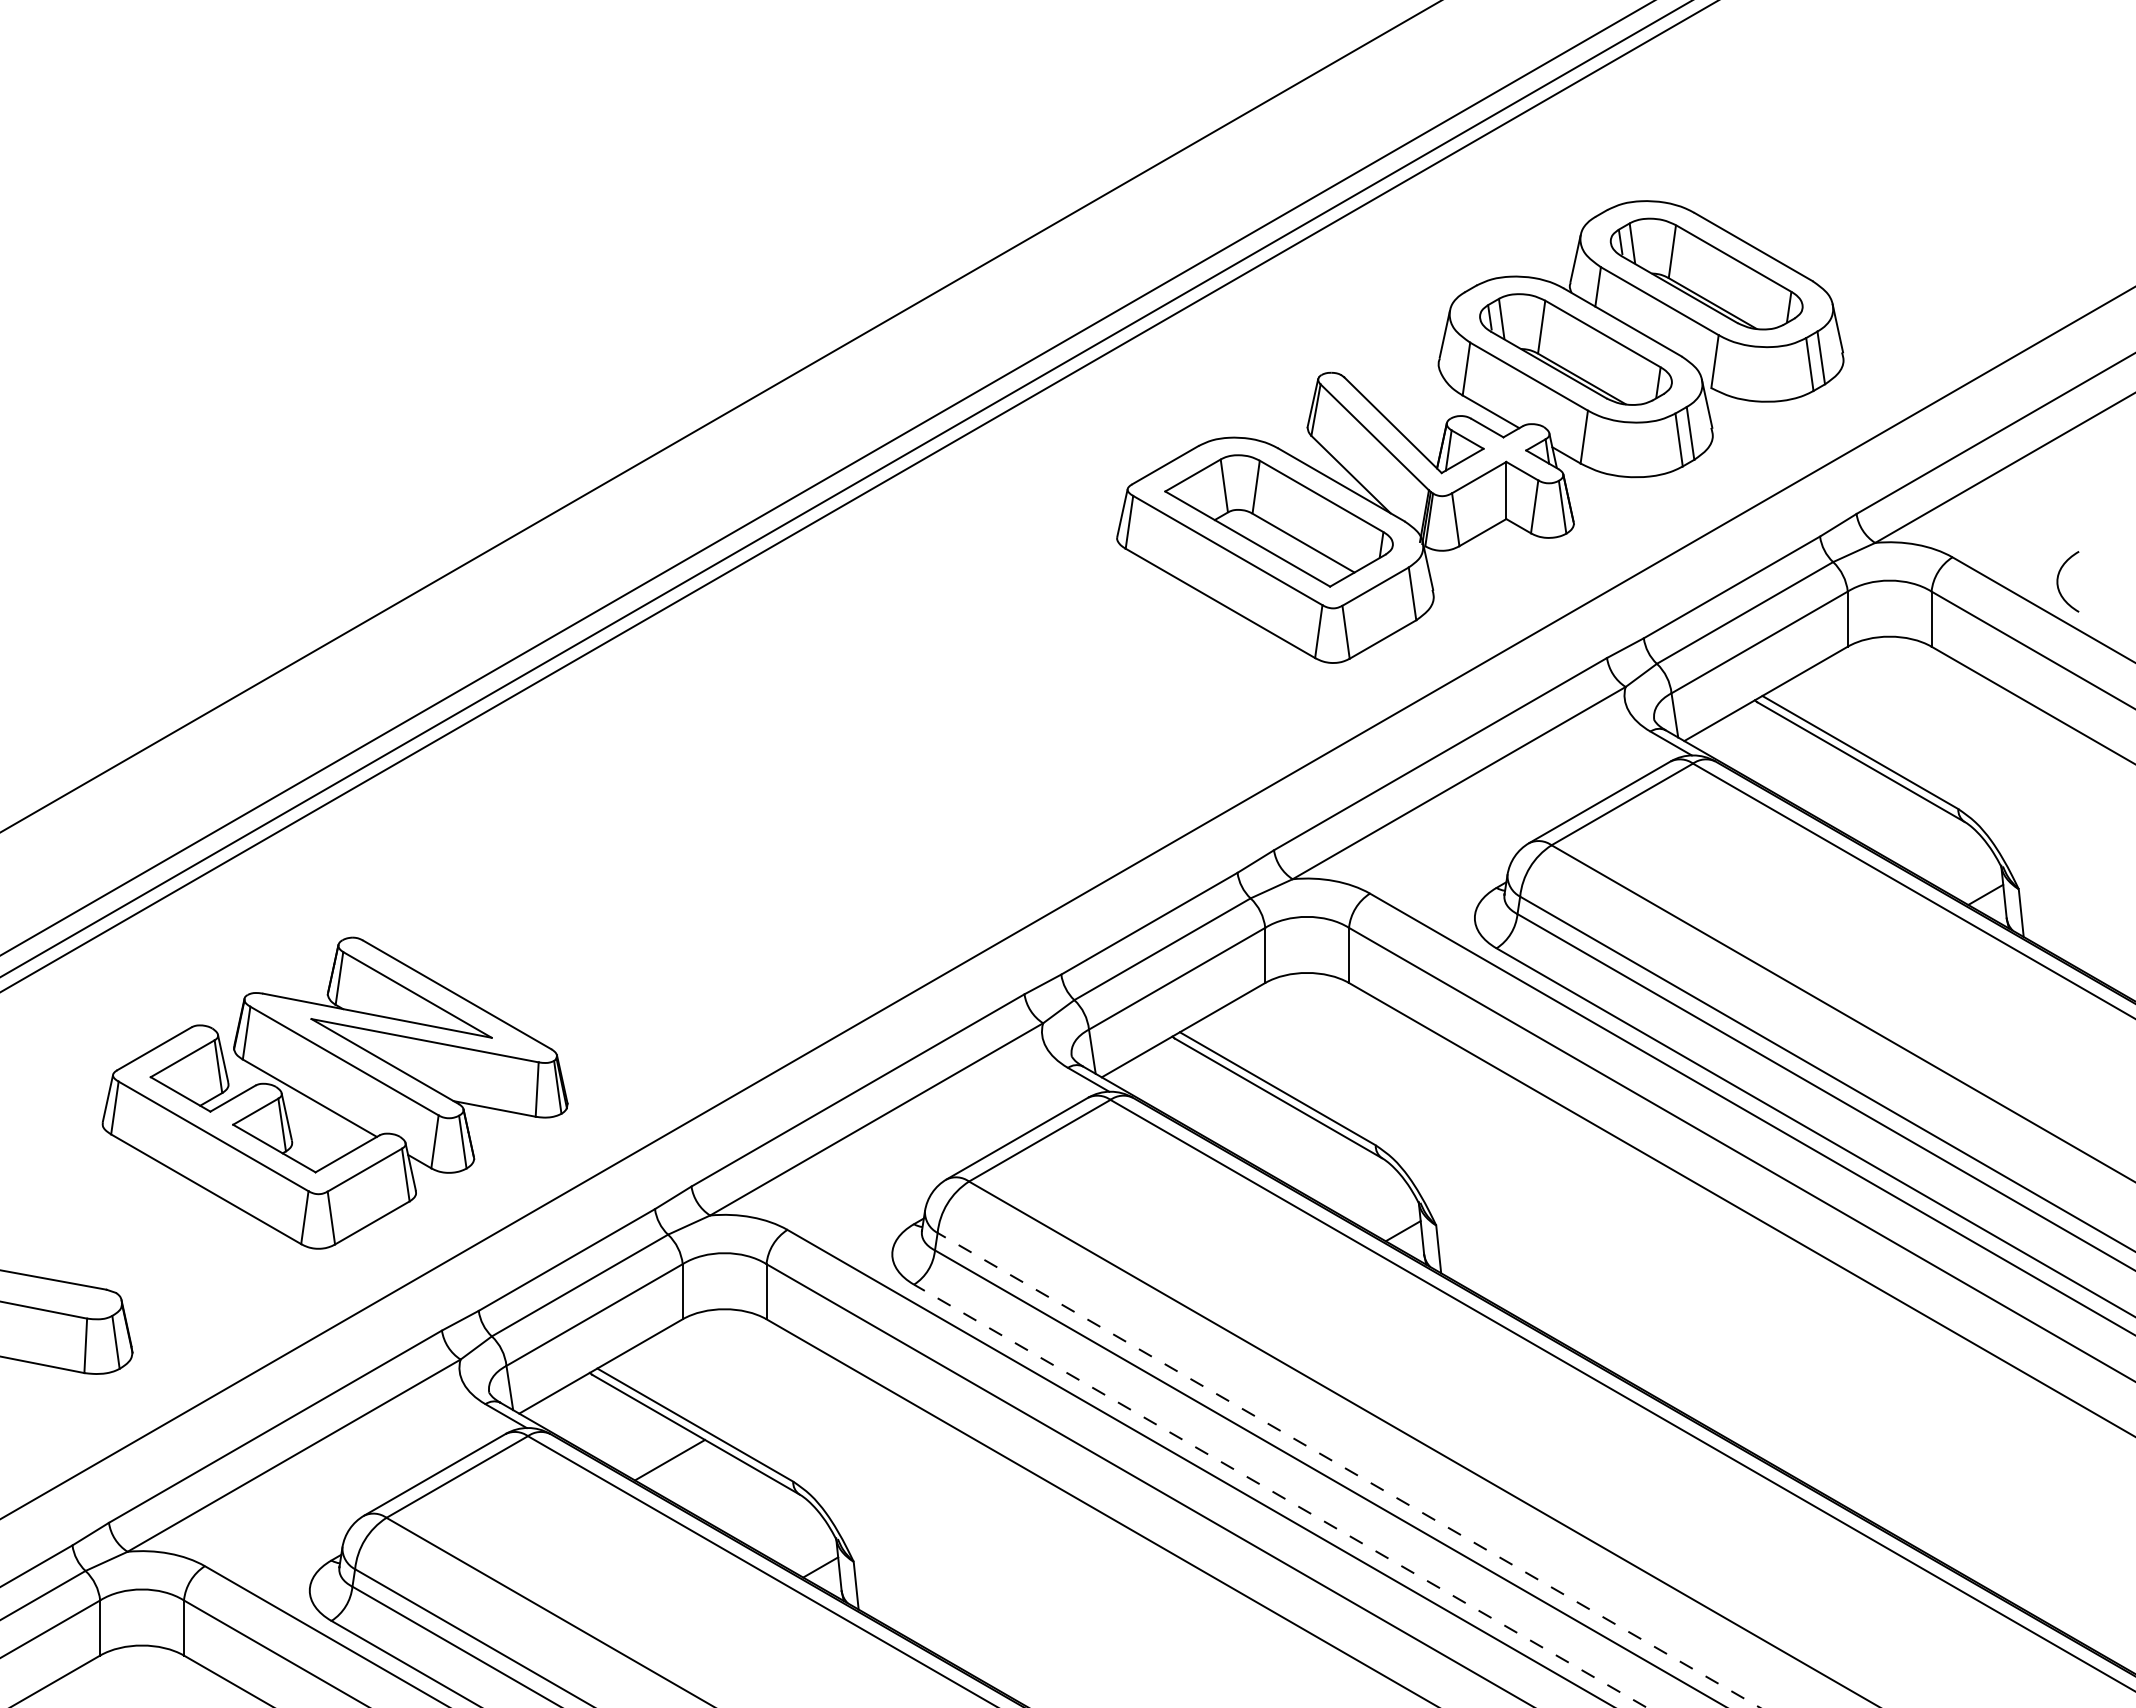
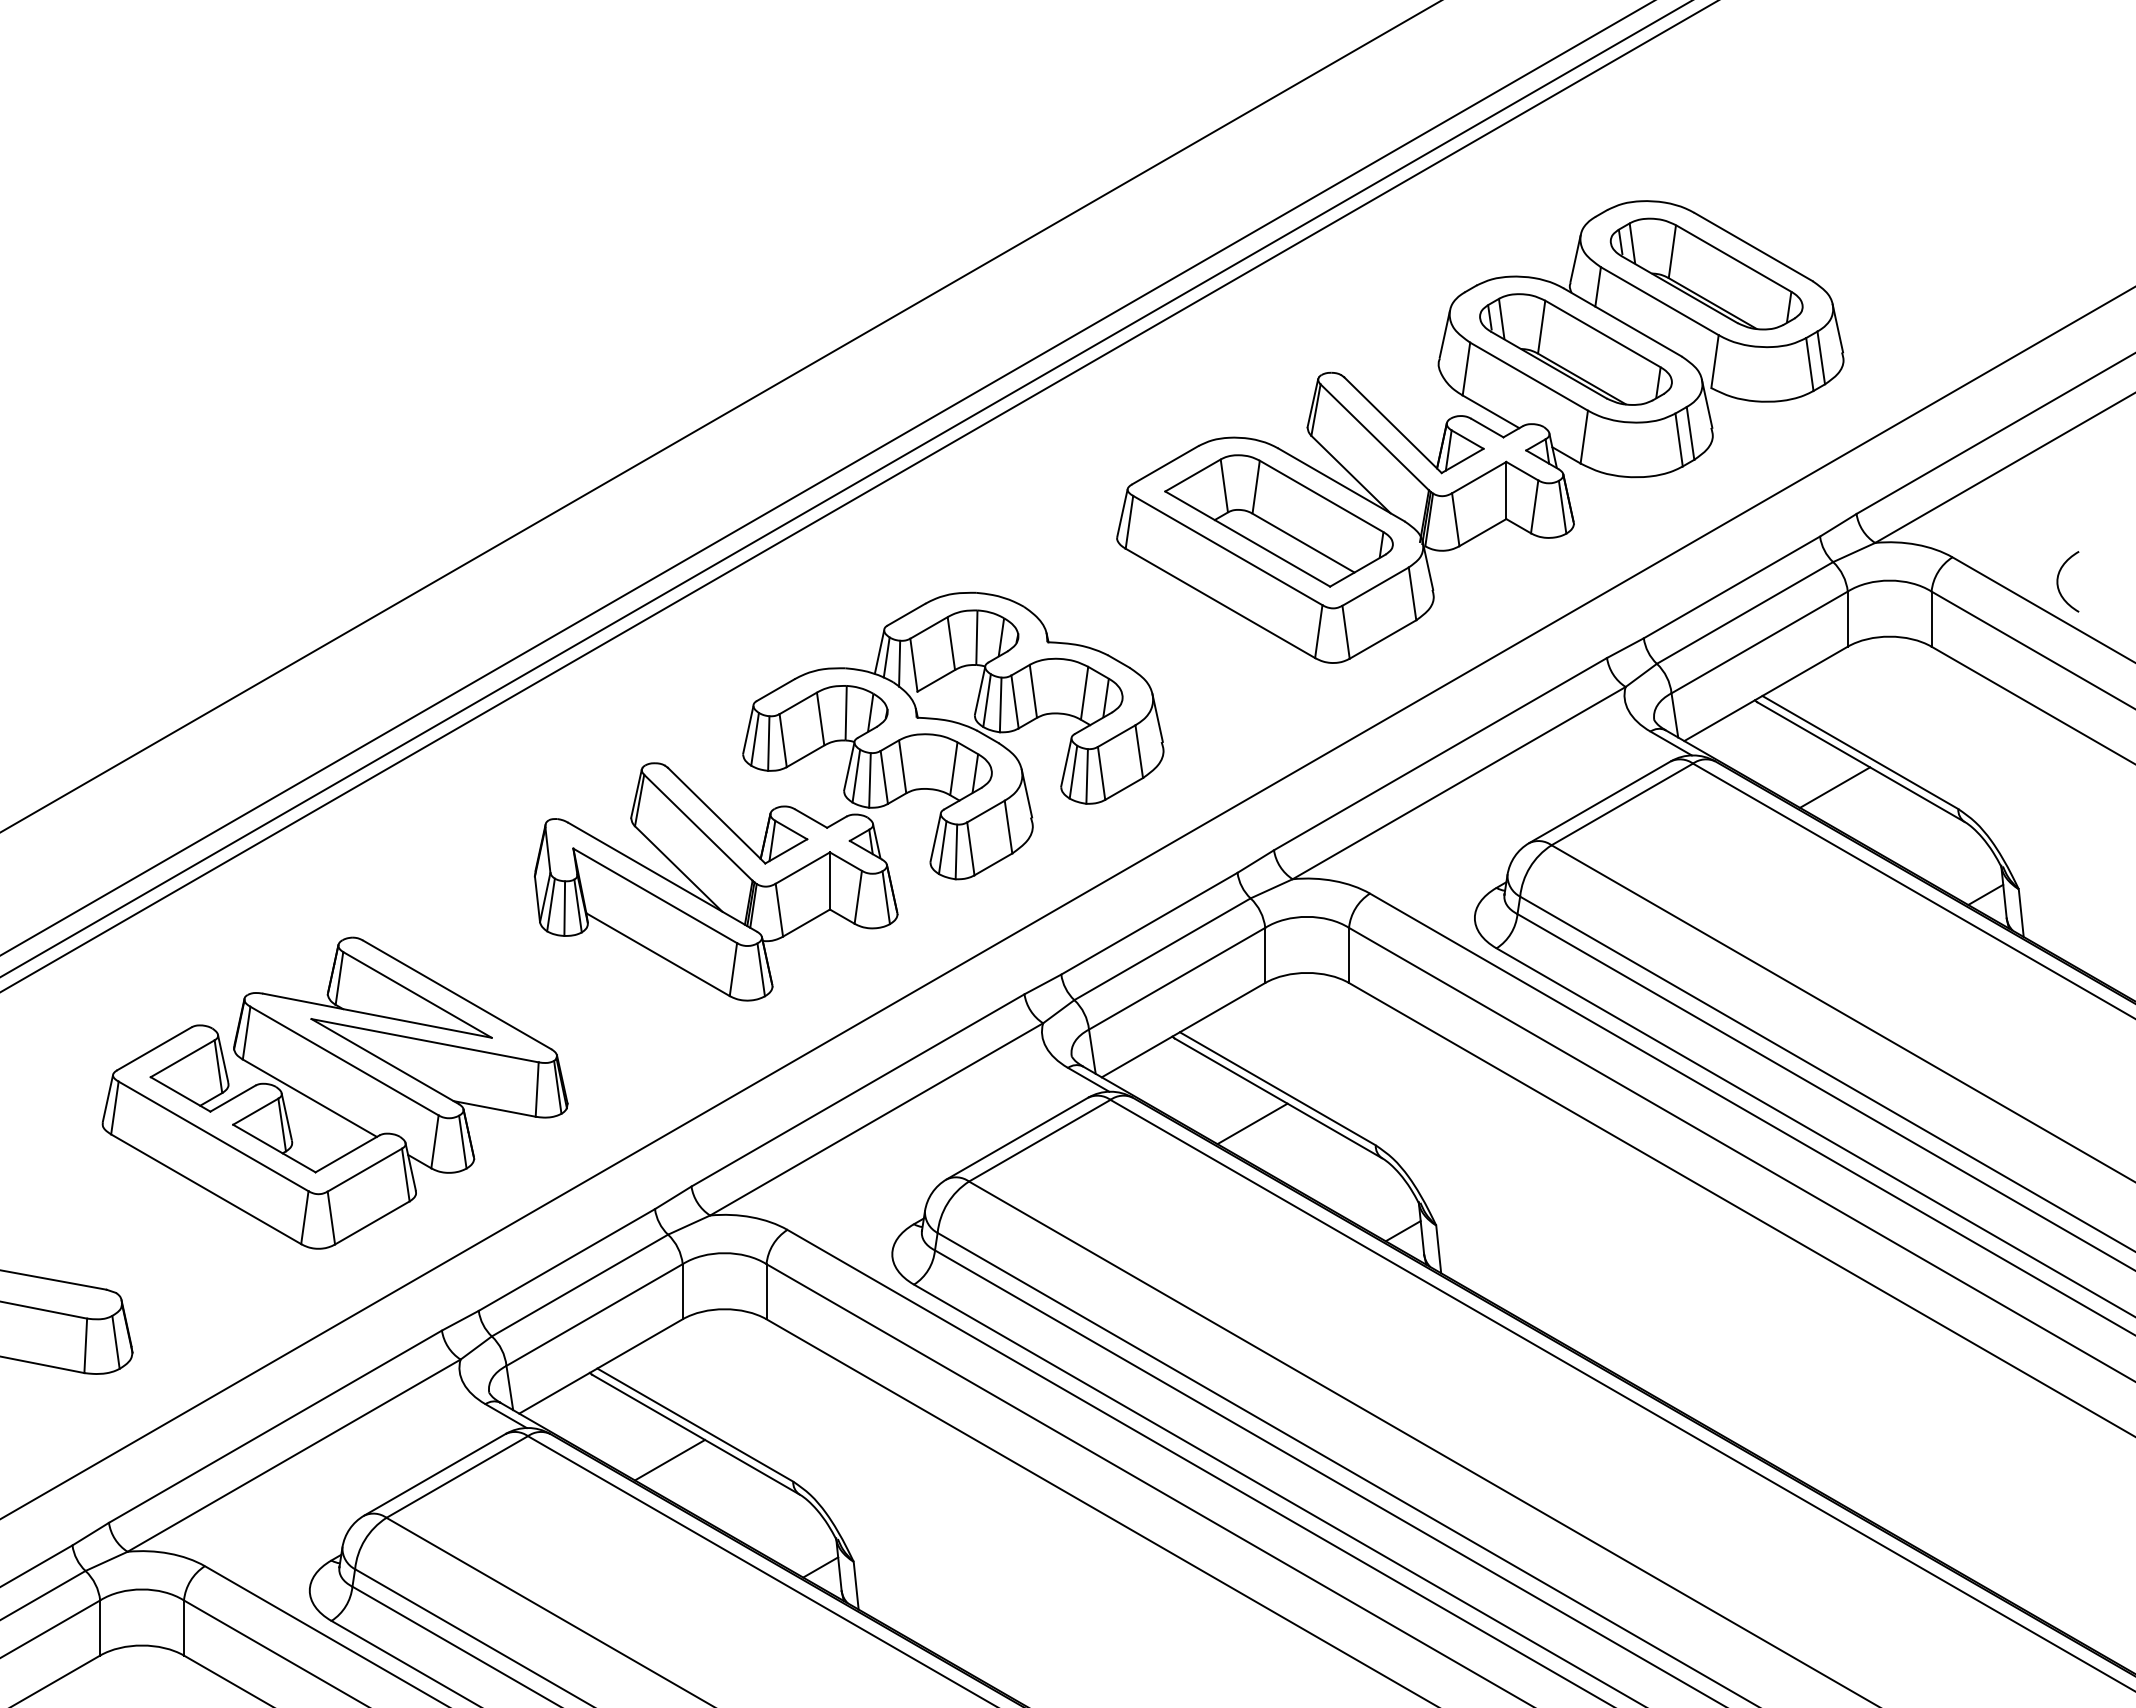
line at (1835, 787): none -> present
part at (848, 796): none -> present
line at (1252, 1123): none -> present
line at (1348, 1470): dashed -> solid
line at (1280, 1496): dashed -> solid
